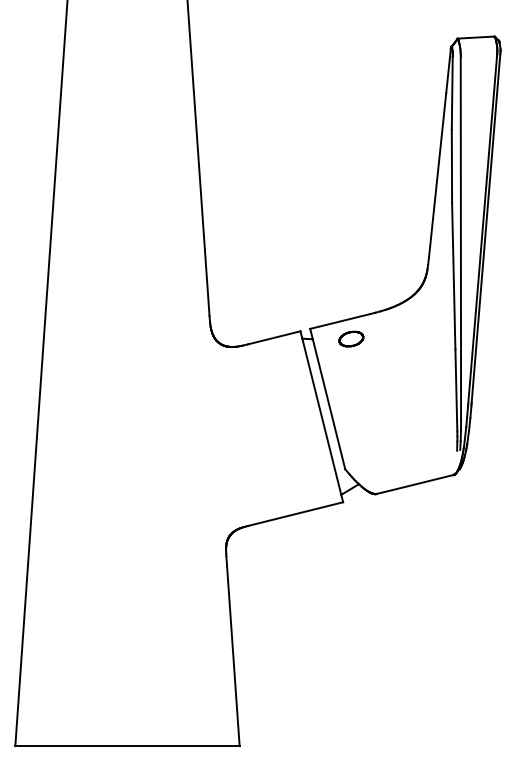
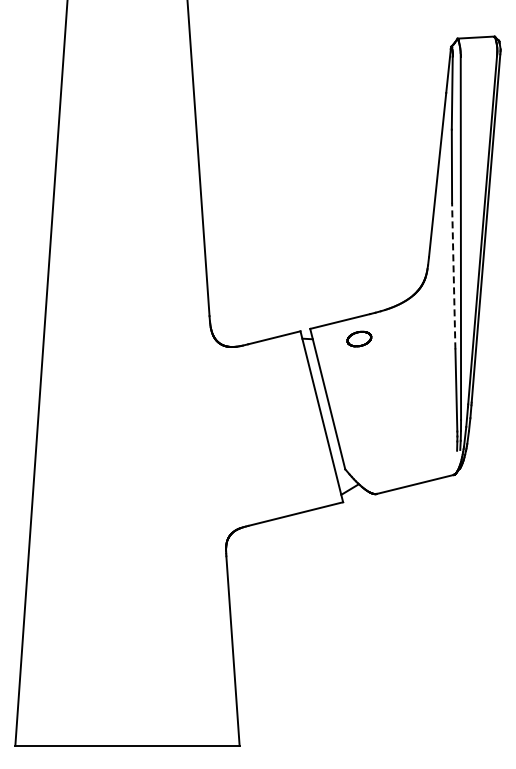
line at (453, 275): solid -> dashed
part at (351, 338) position: (351, 338) -> (359, 338)
